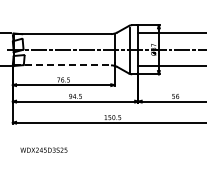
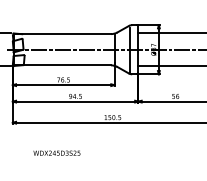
line at (63, 65): dashed -> solid
text at (43, 149) position: (43, 149) -> (56, 152)
